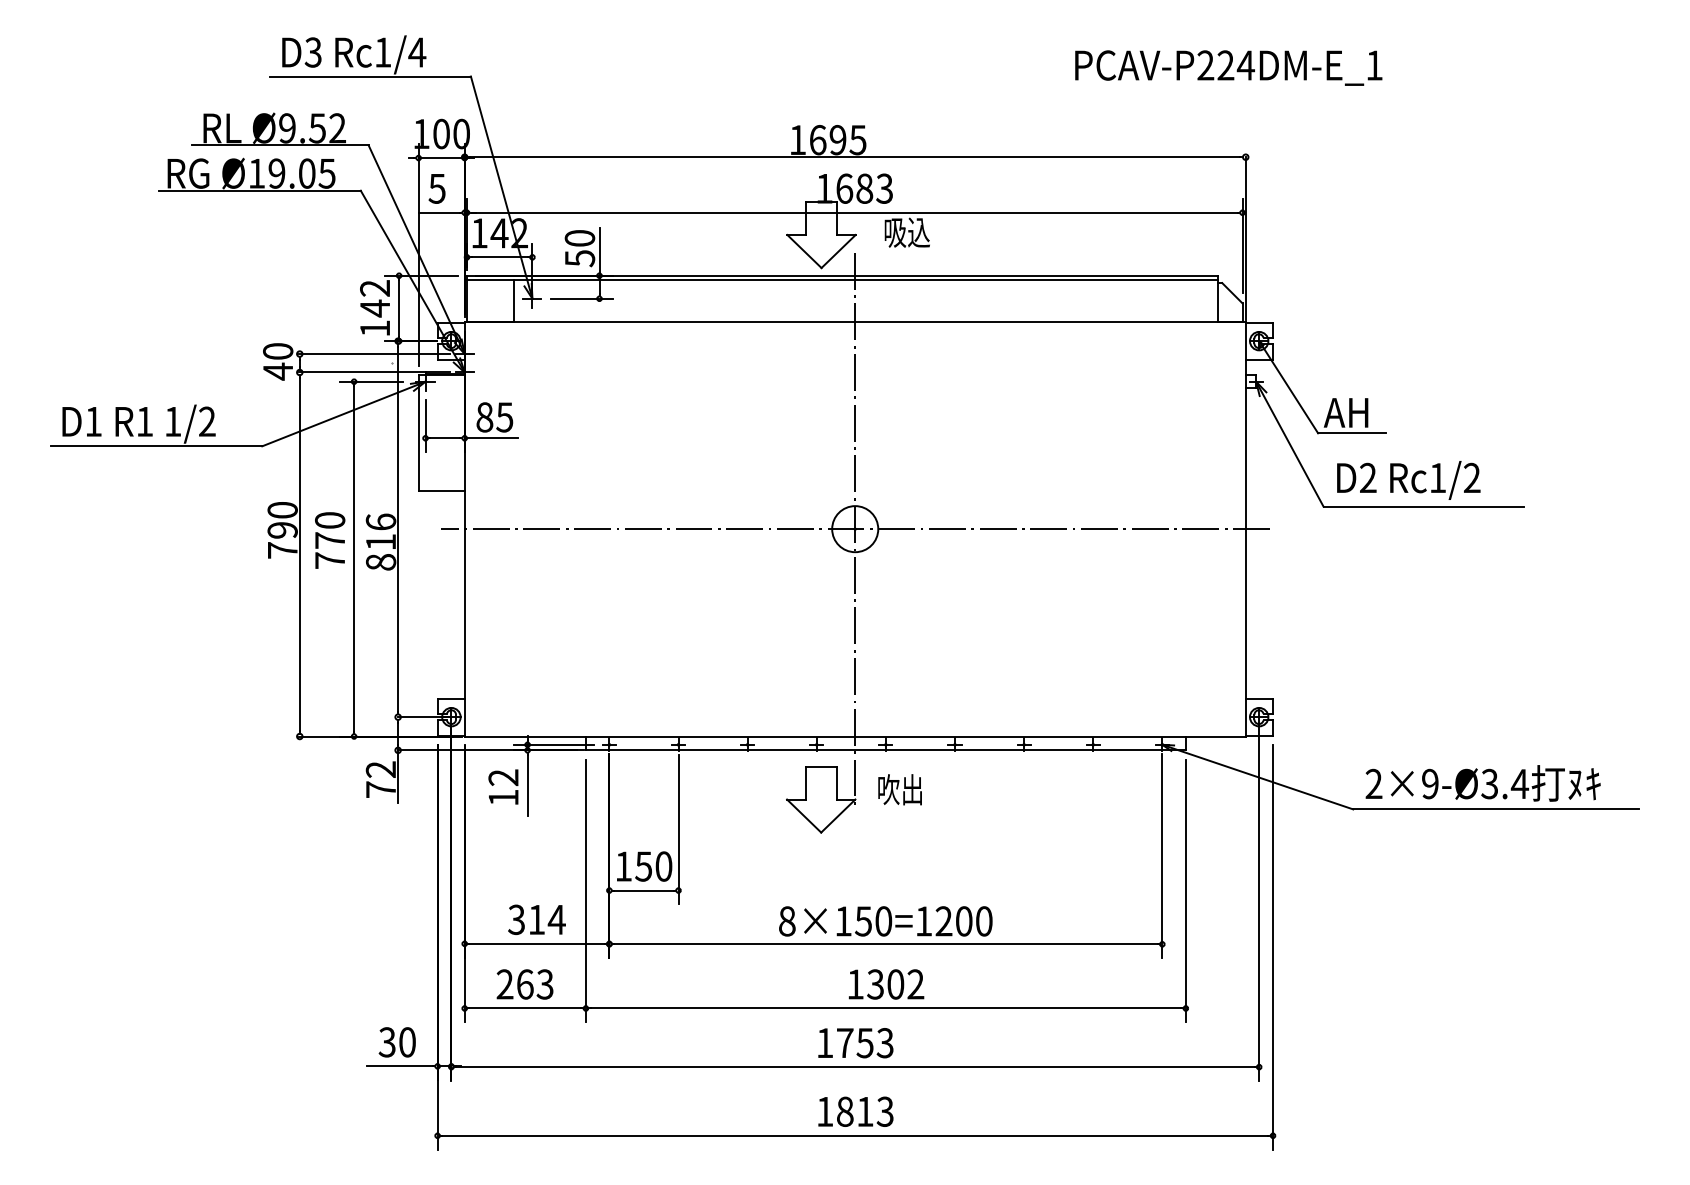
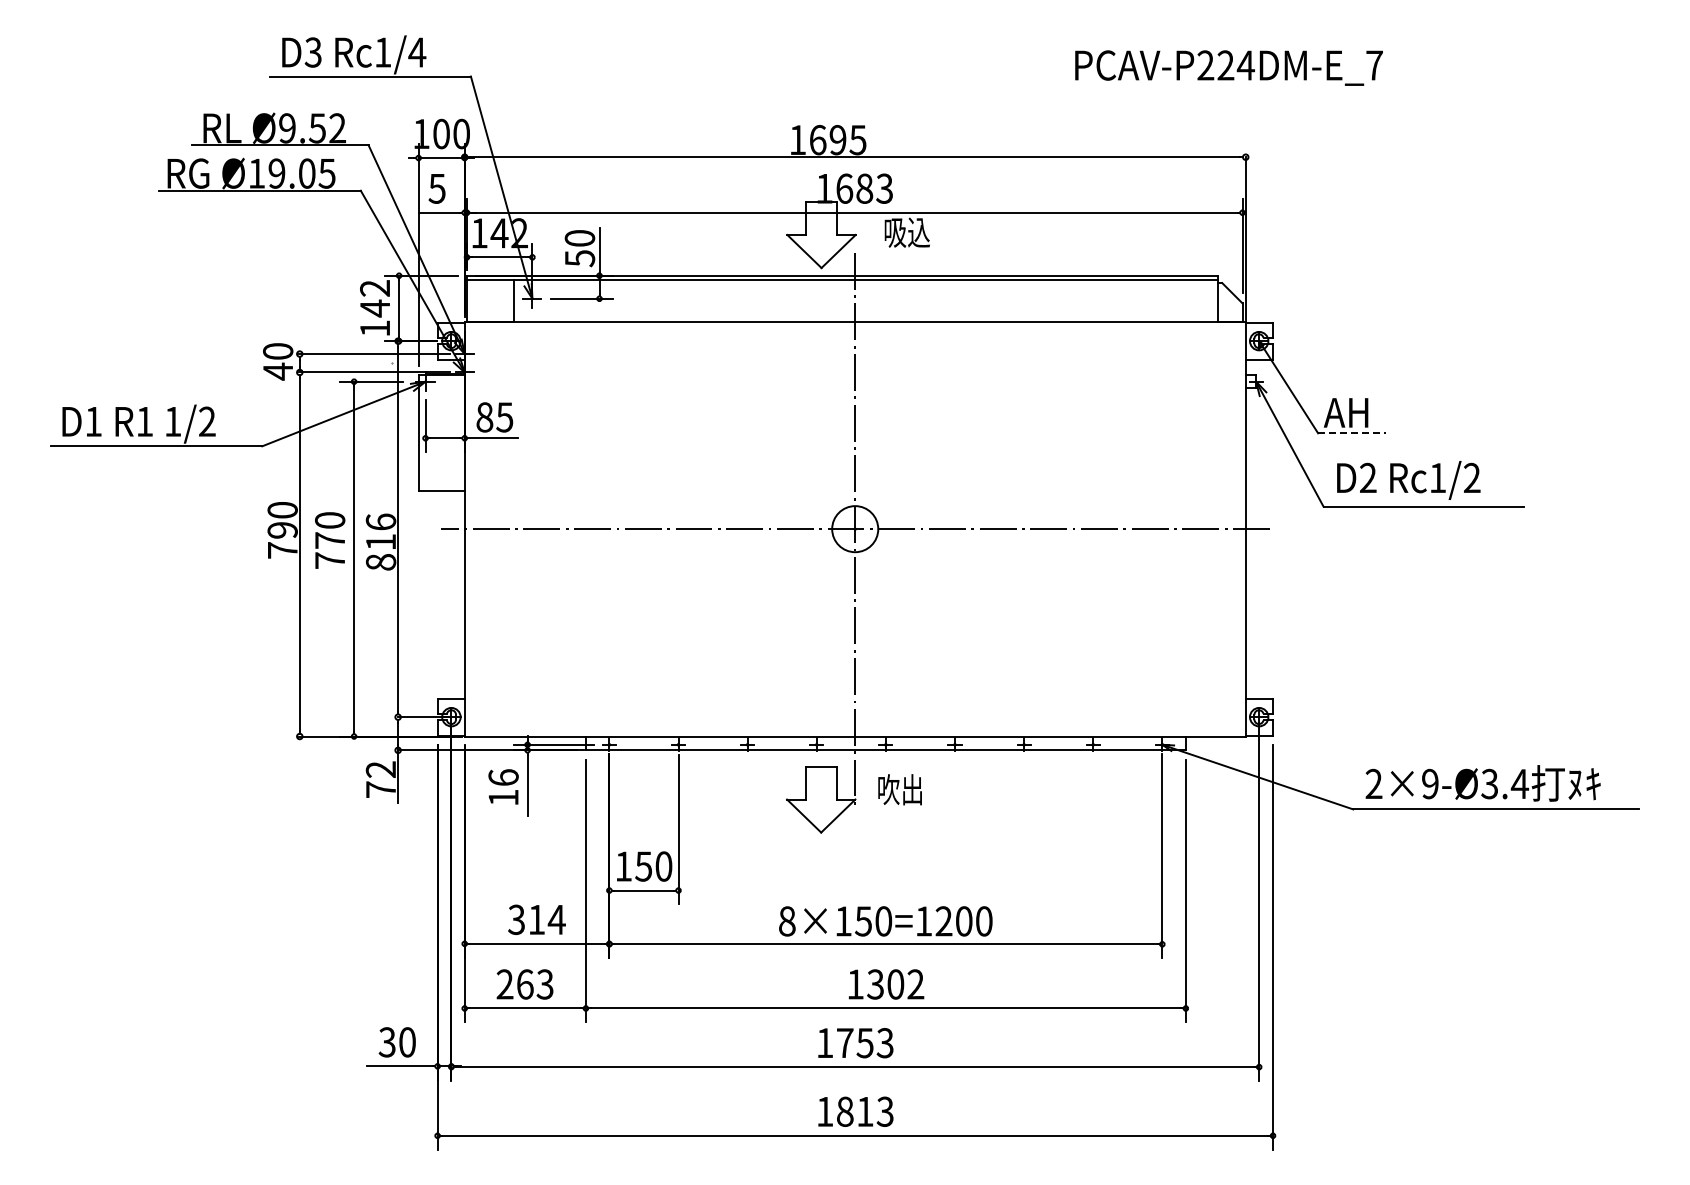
text at (1374, 65): PCAV-P224DM-E_1 -> PCAV-P224DM-E_7
line at (1352, 433): solid -> dashed
text at (503, 777): 12 -> 16
